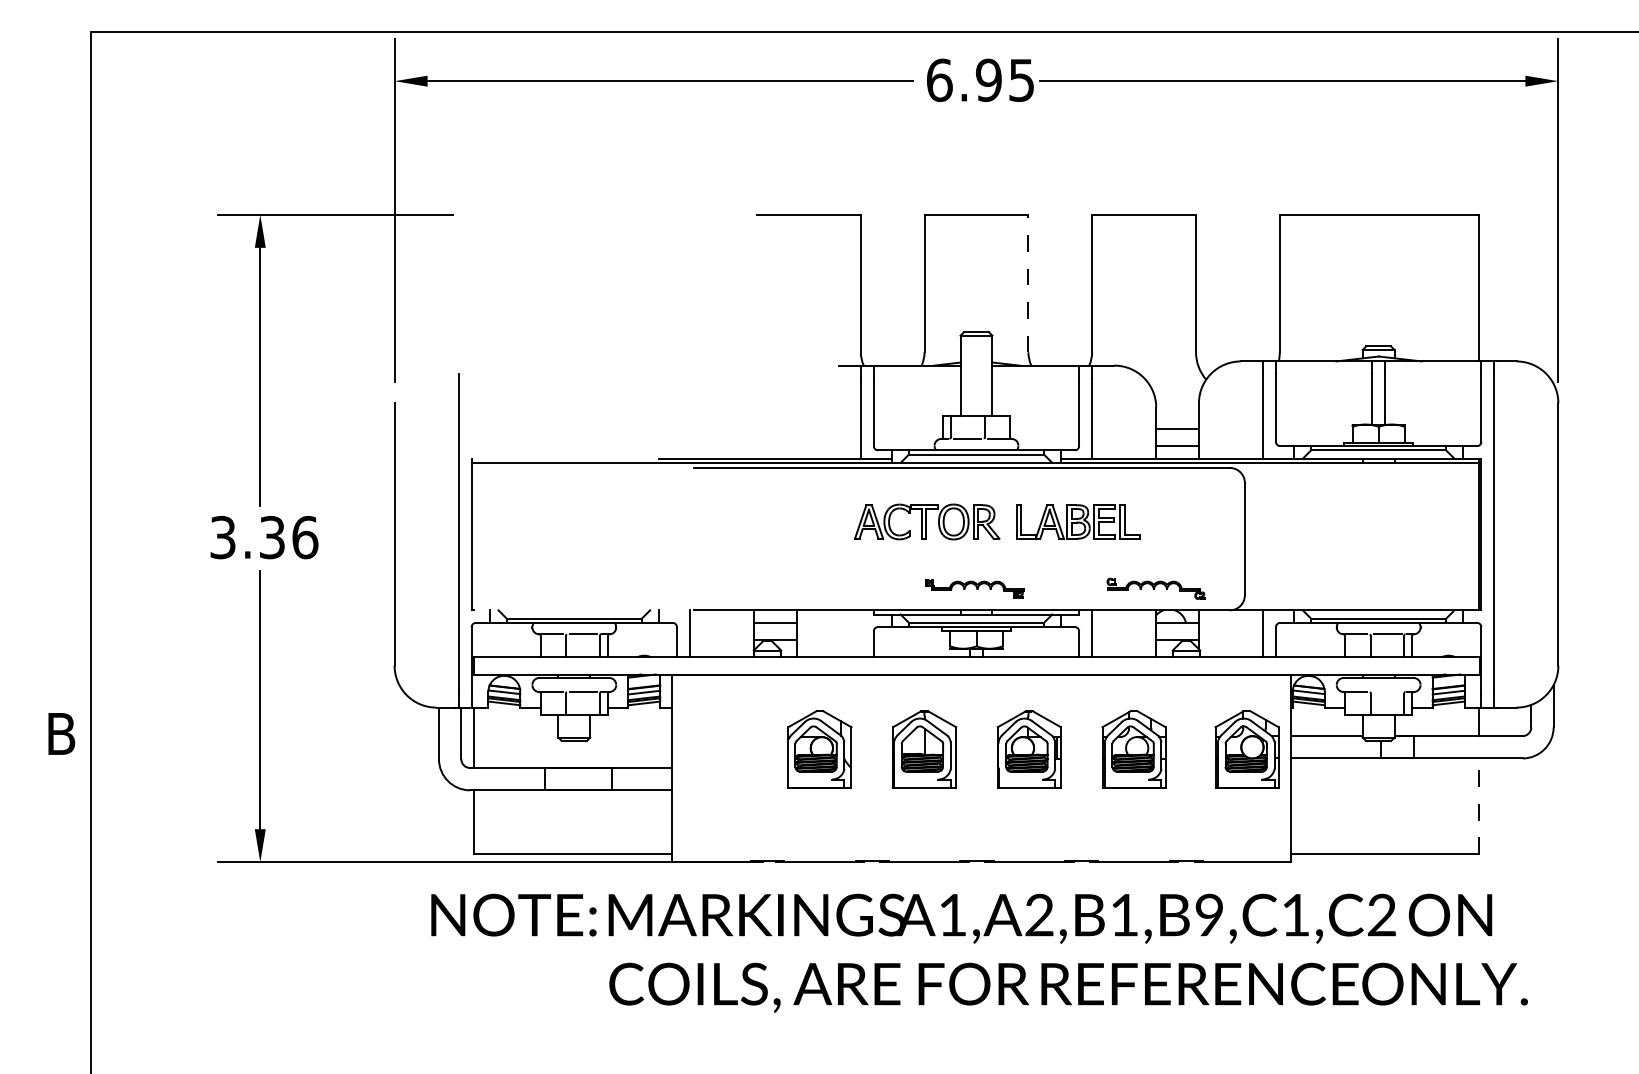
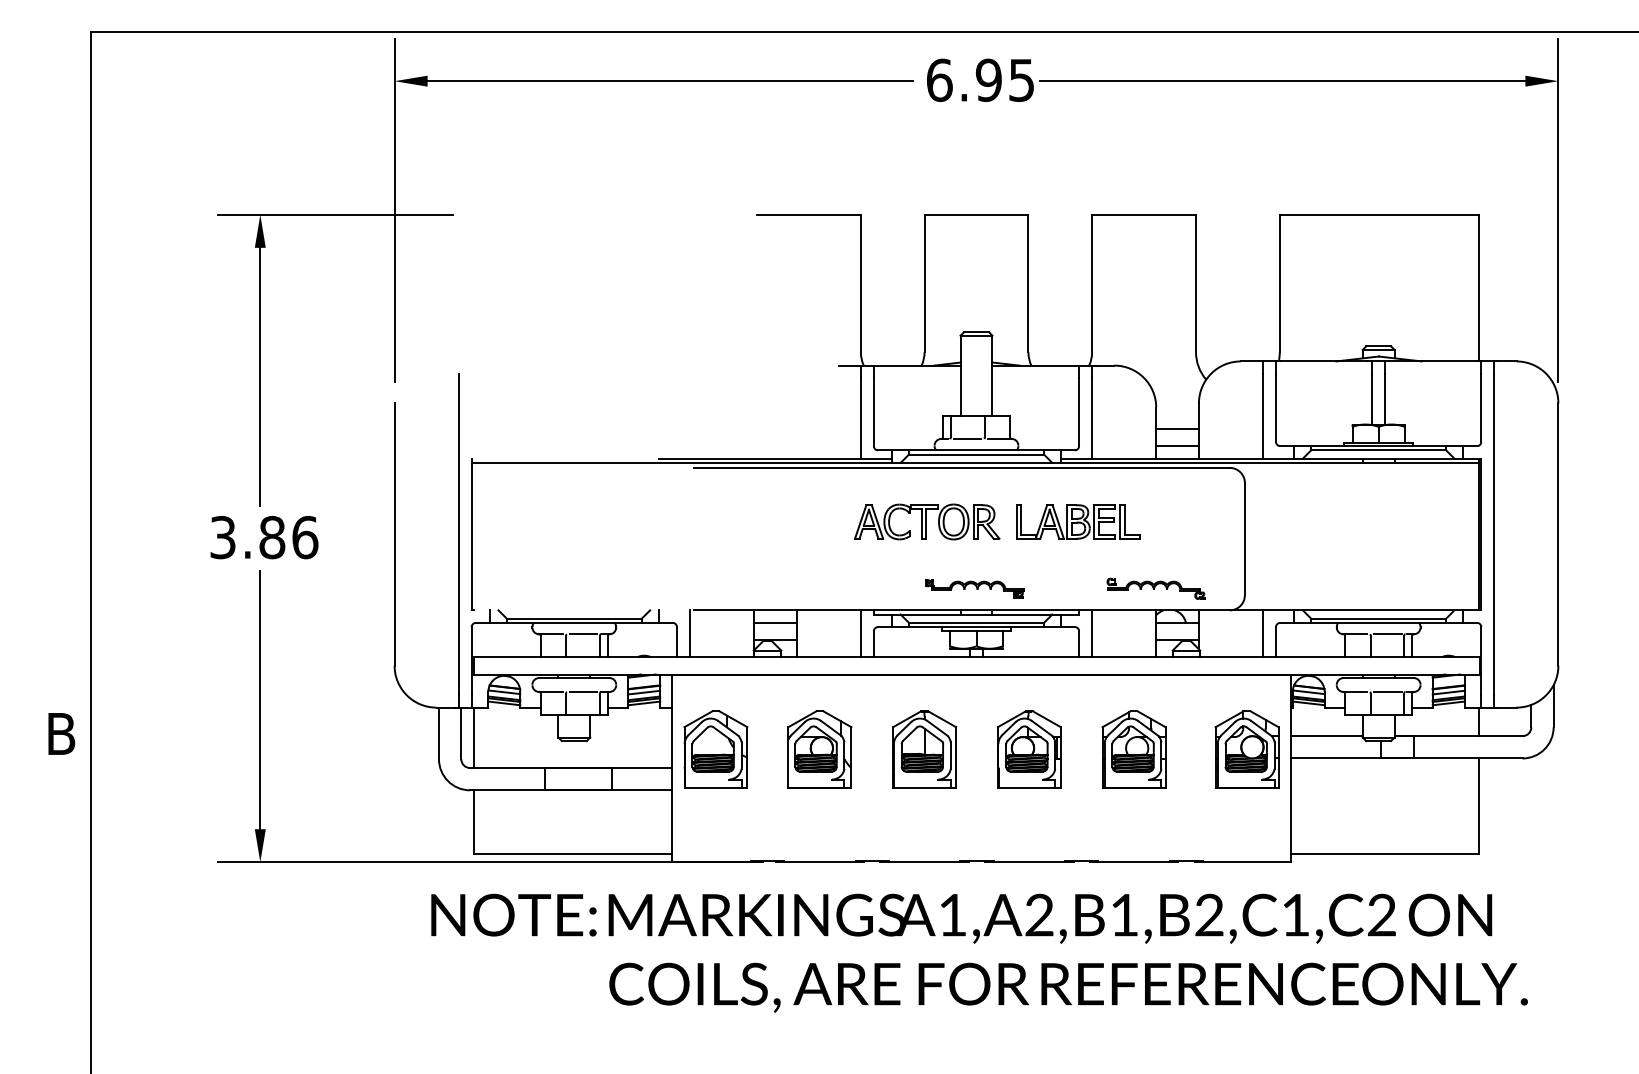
line at (1028, 283): dashed -> solid
text at (272, 537): 3.36 -> 3.86
line at (861, 633): none -> present
line at (1387, 691): none -> present
part at (715, 749): none -> present
line at (1479, 806): dashed -> solid
text at (1209, 915): A1,A2,B1,B9,C1,C2 -> A1,A2,B1,B2,C1,C2
